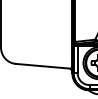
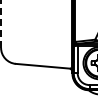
line at (1, 23): solid -> dashed
